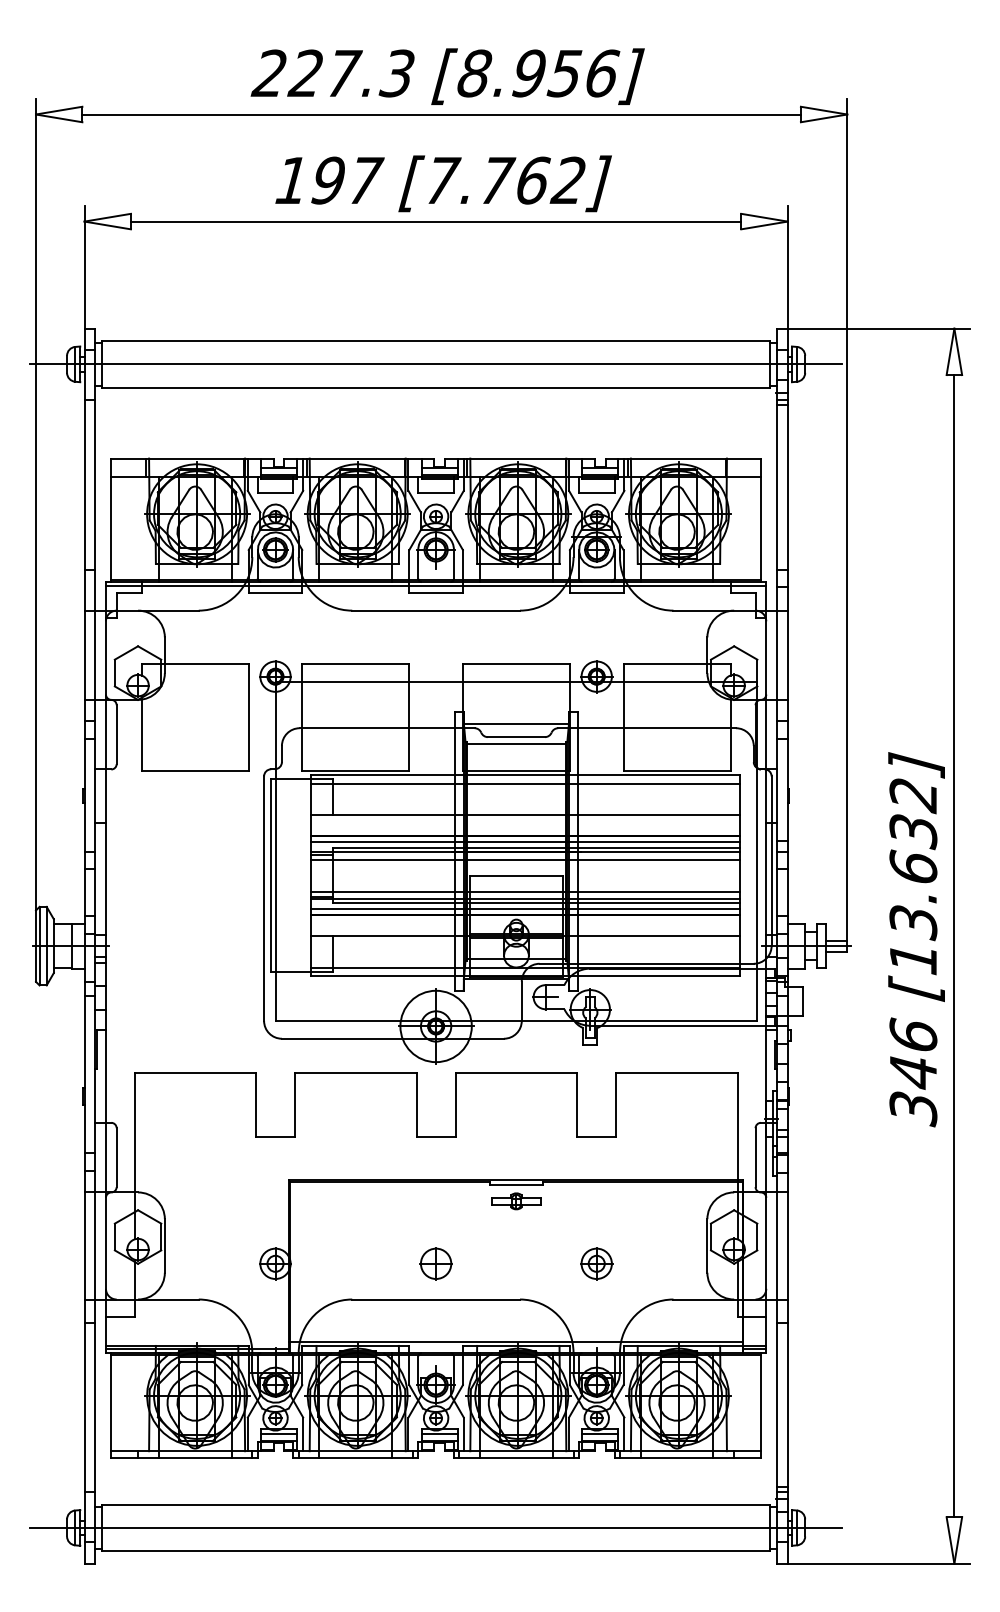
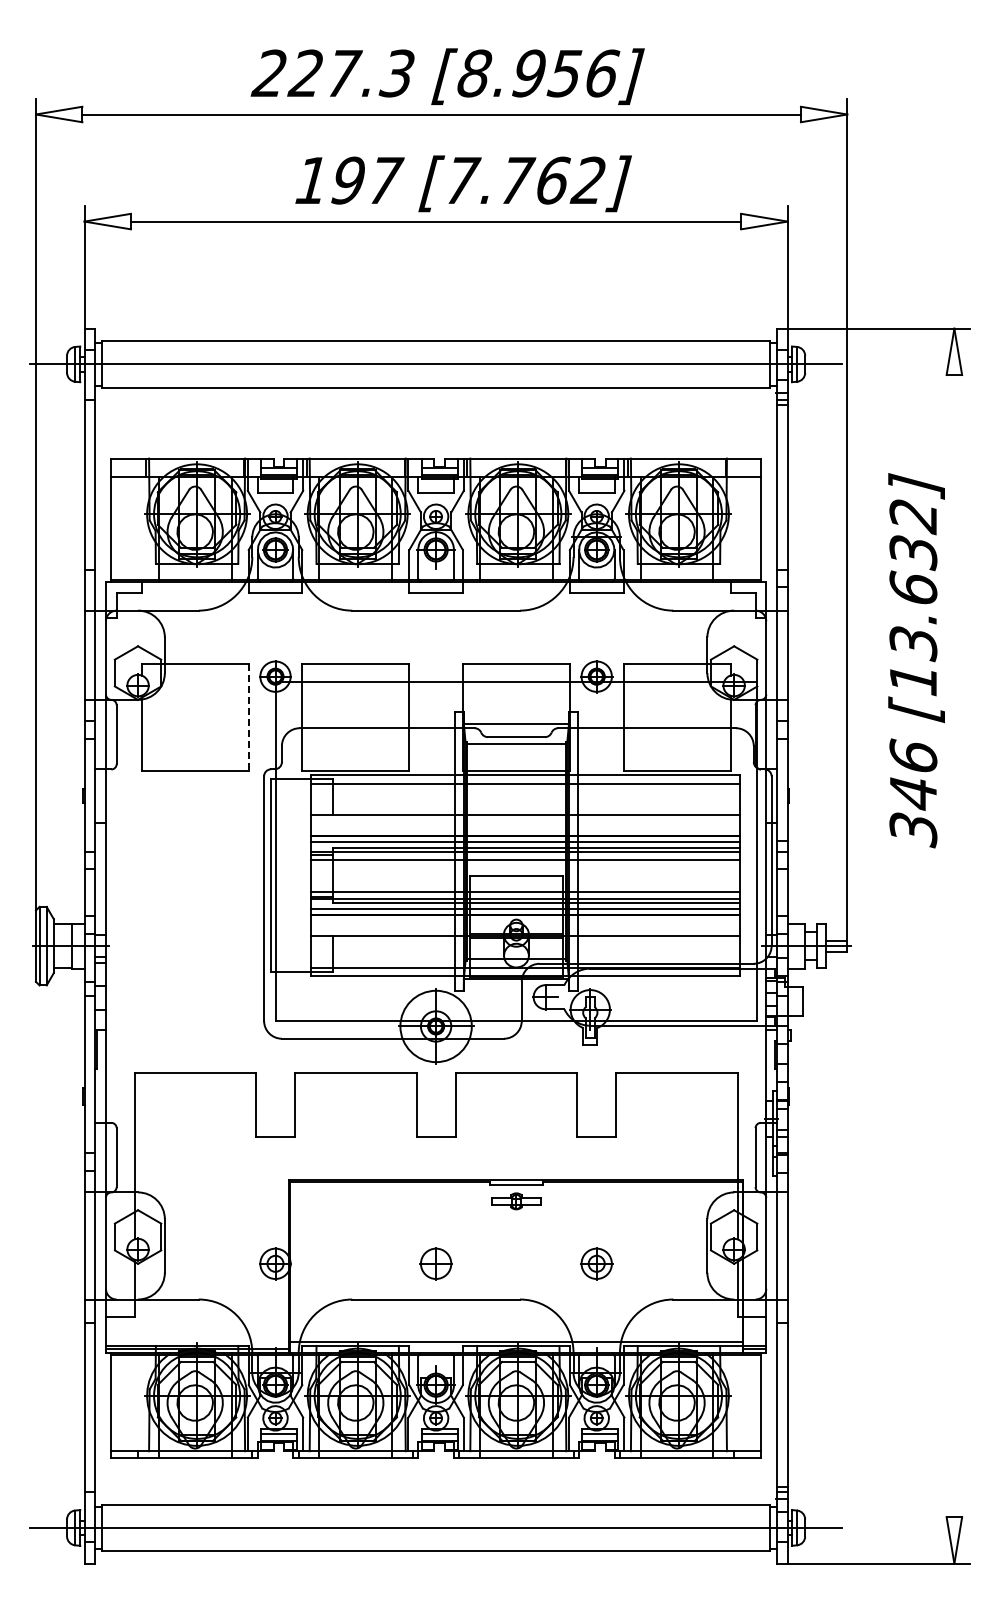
text at (443, 183) position: (443, 183) -> (463, 183)
line at (435, 585): present -> none
line at (248, 717): solid -> dashed
text at (916, 939) position: (916, 939) -> (916, 660)
line at (954, 946): present -> none
